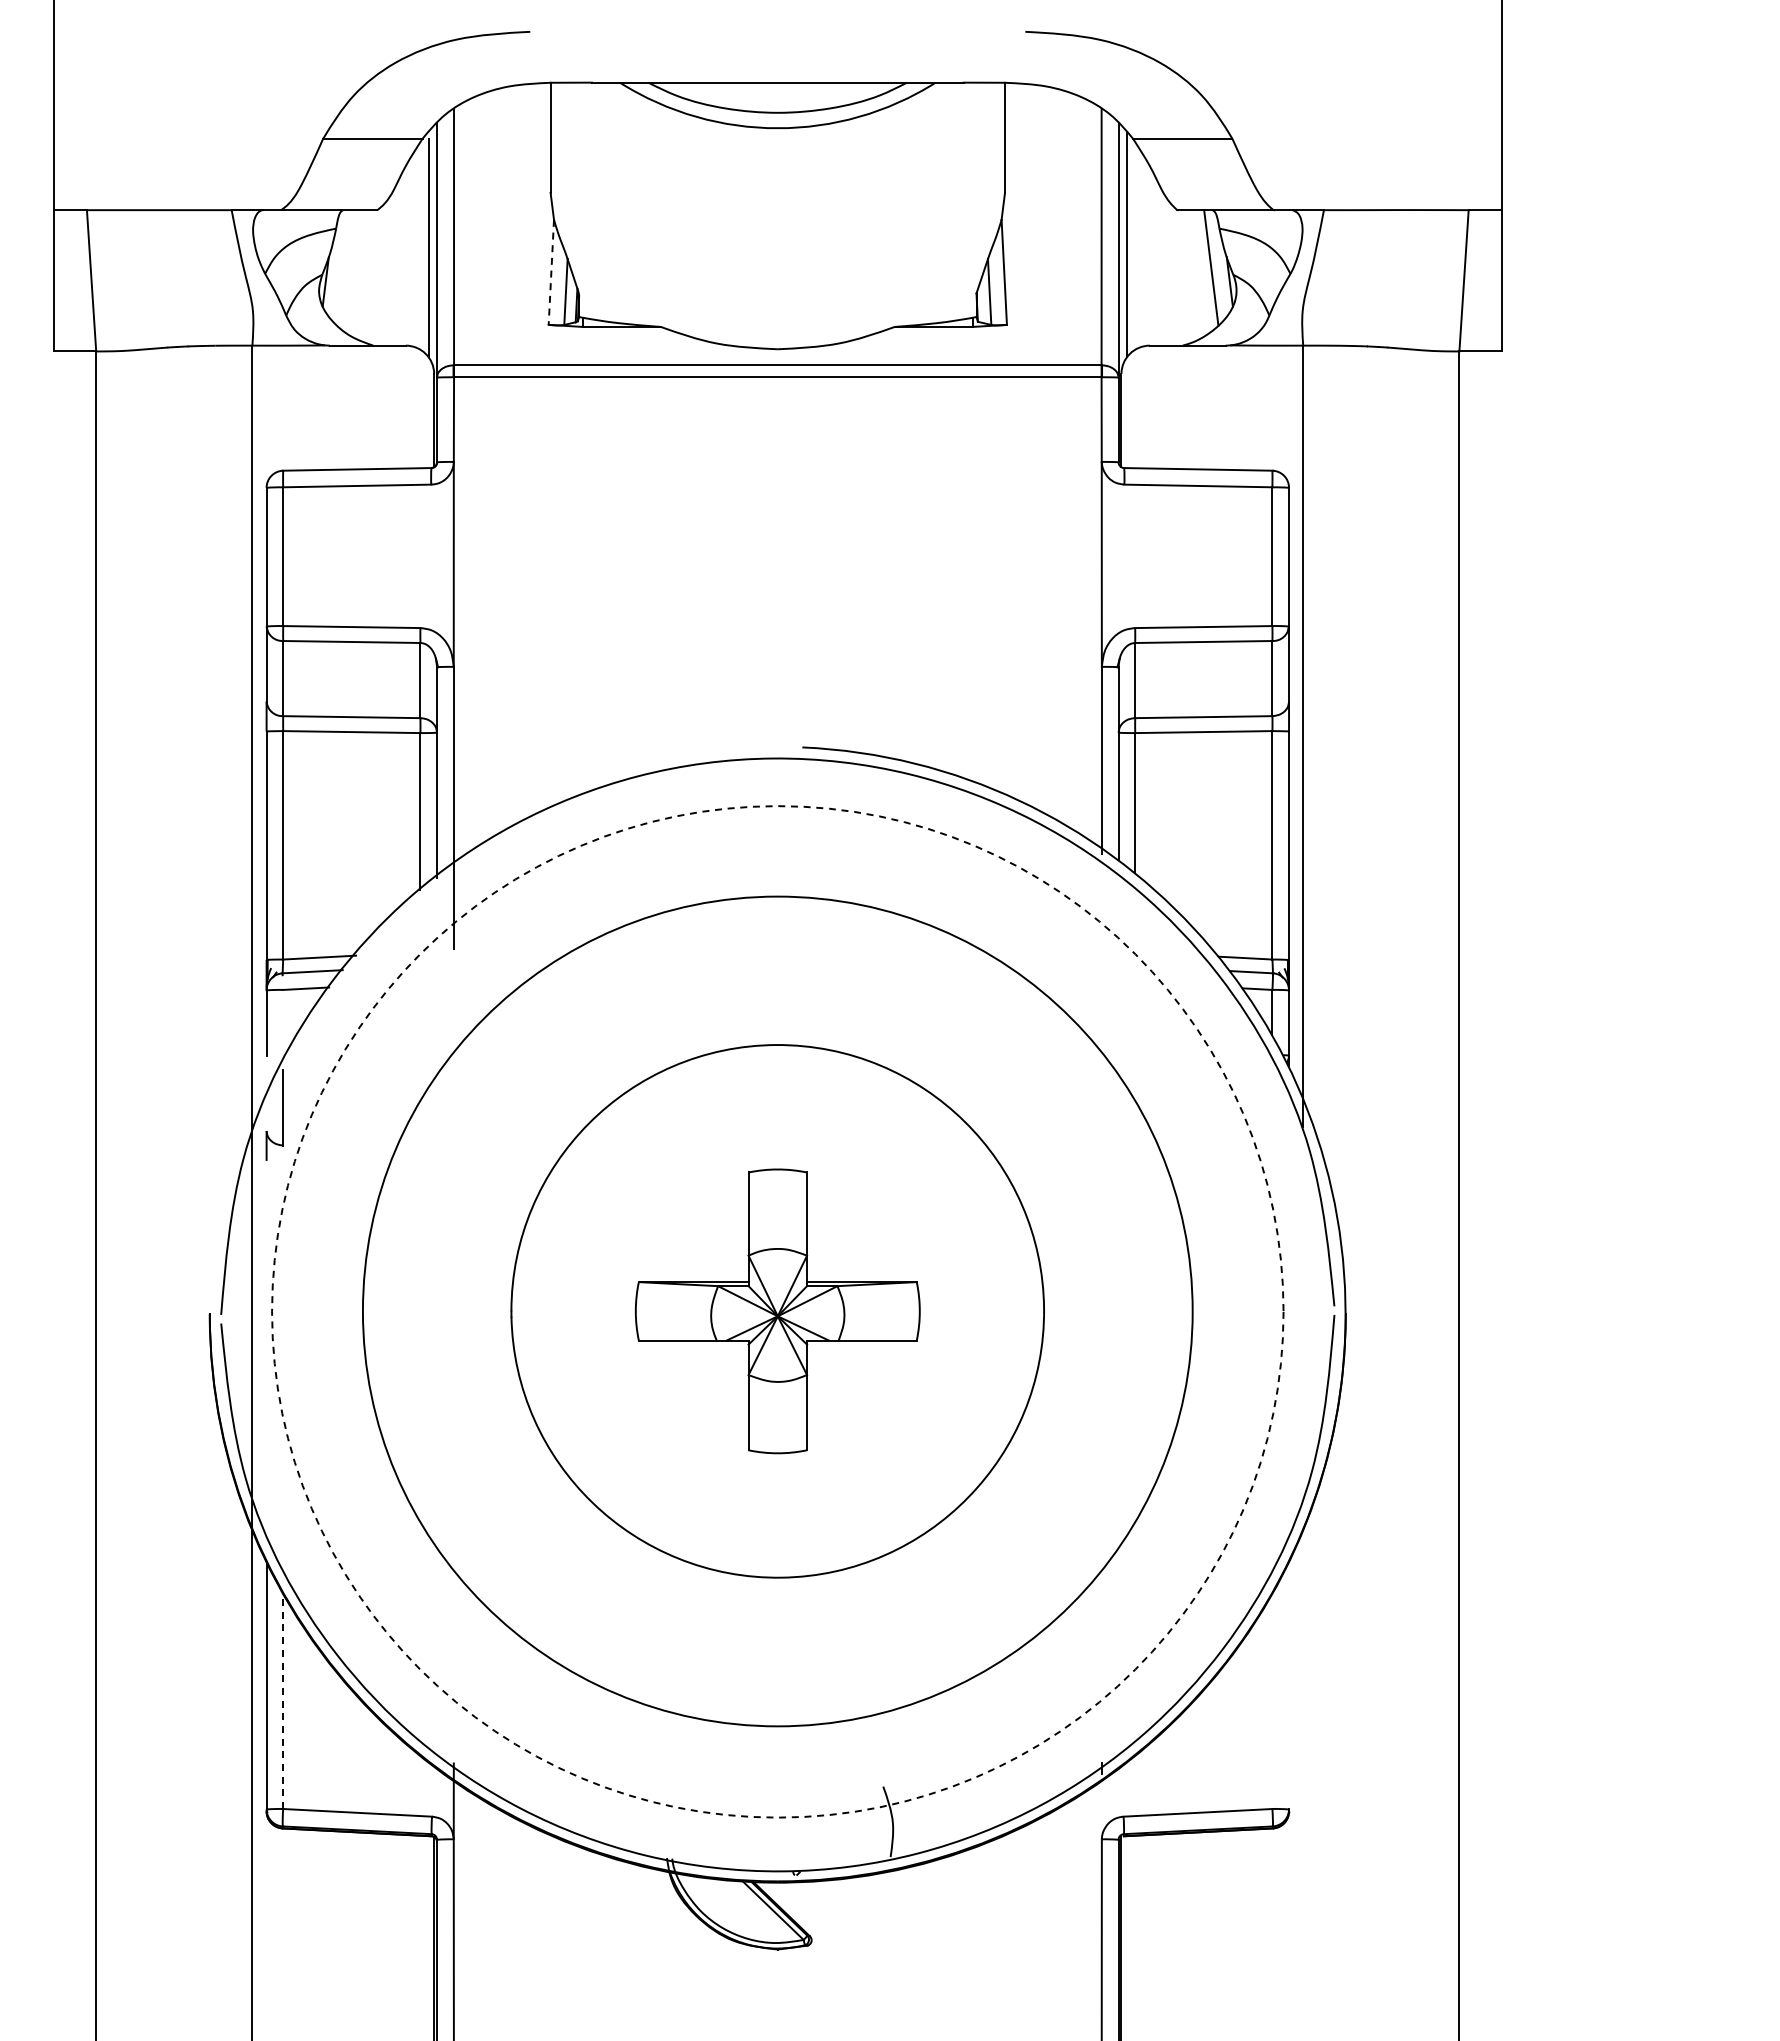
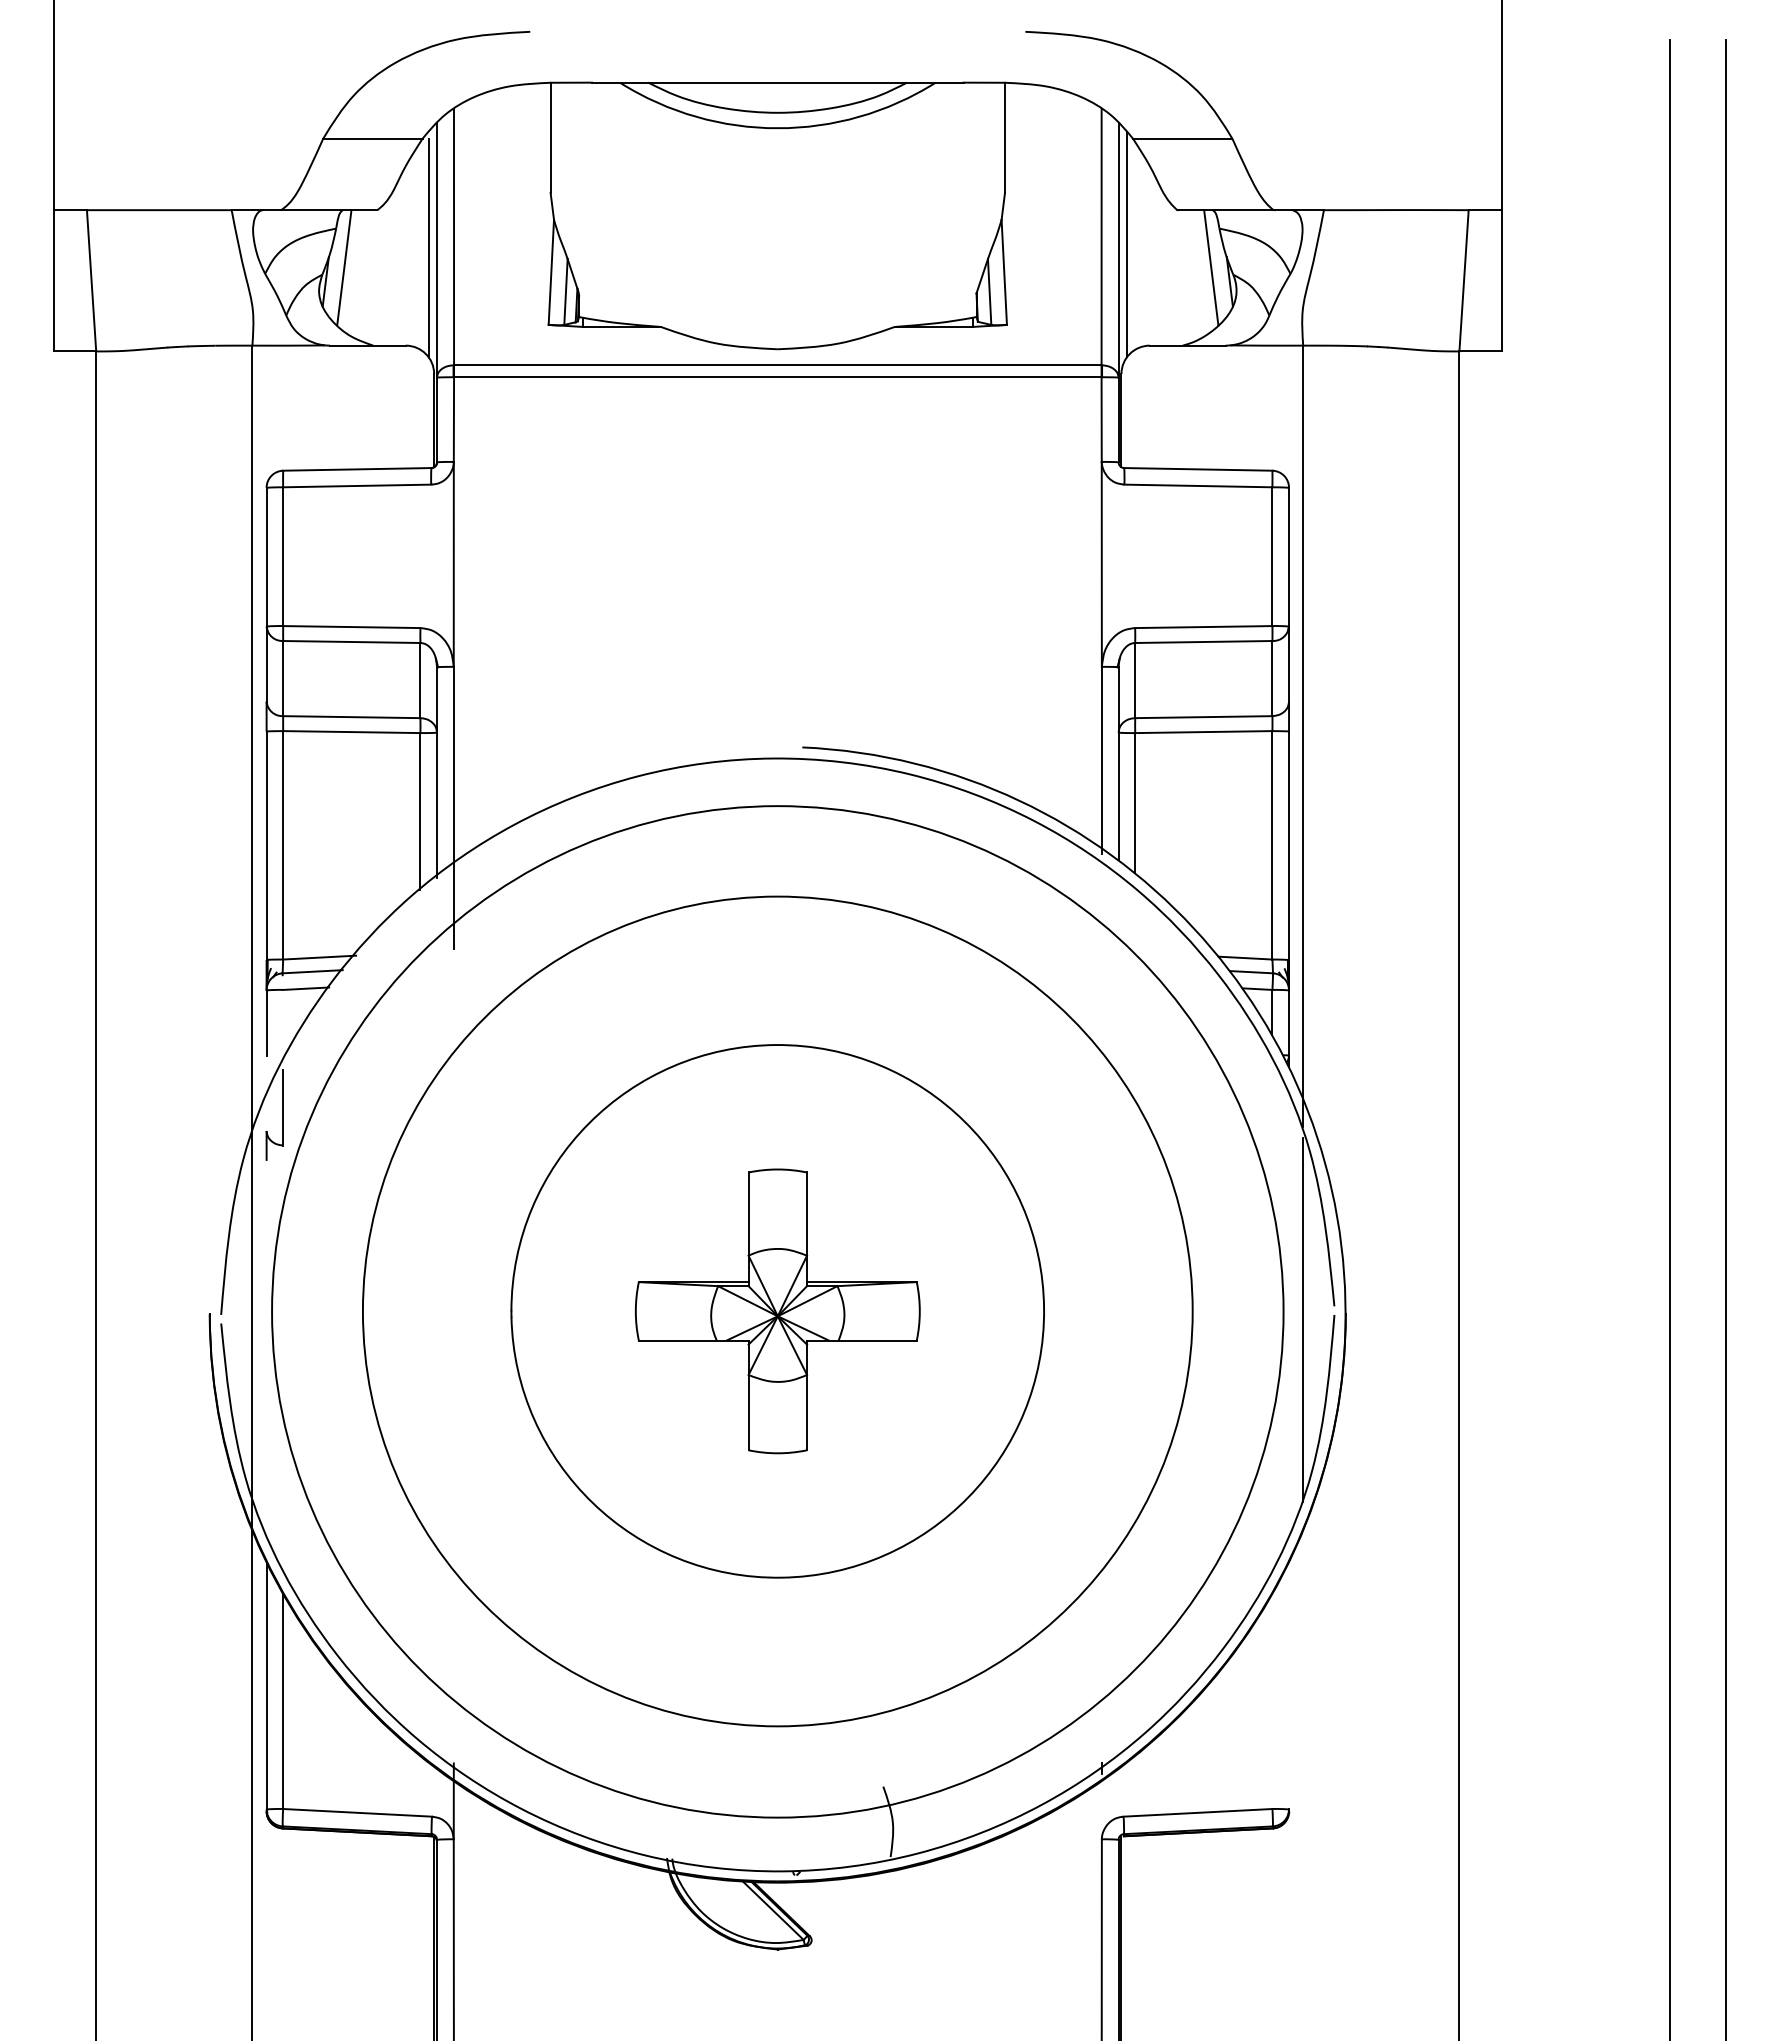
line at (344, 267): none -> present
line at (551, 272): dashed -> solid
line at (1669, 1038): none -> present
line at (1726, 1038): none -> present
circle at (777, 1311): dashed -> solid
line at (1303, 1319): none -> present
line at (283, 1701): dashed -> solid
